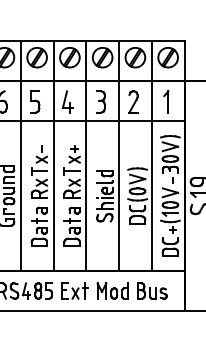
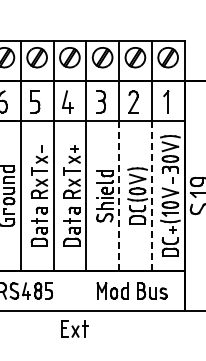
line at (119, 195): solid -> dashed
line at (151, 195): solid -> dashed
part at (74, 290) position: (74, 290) -> (74, 328)
